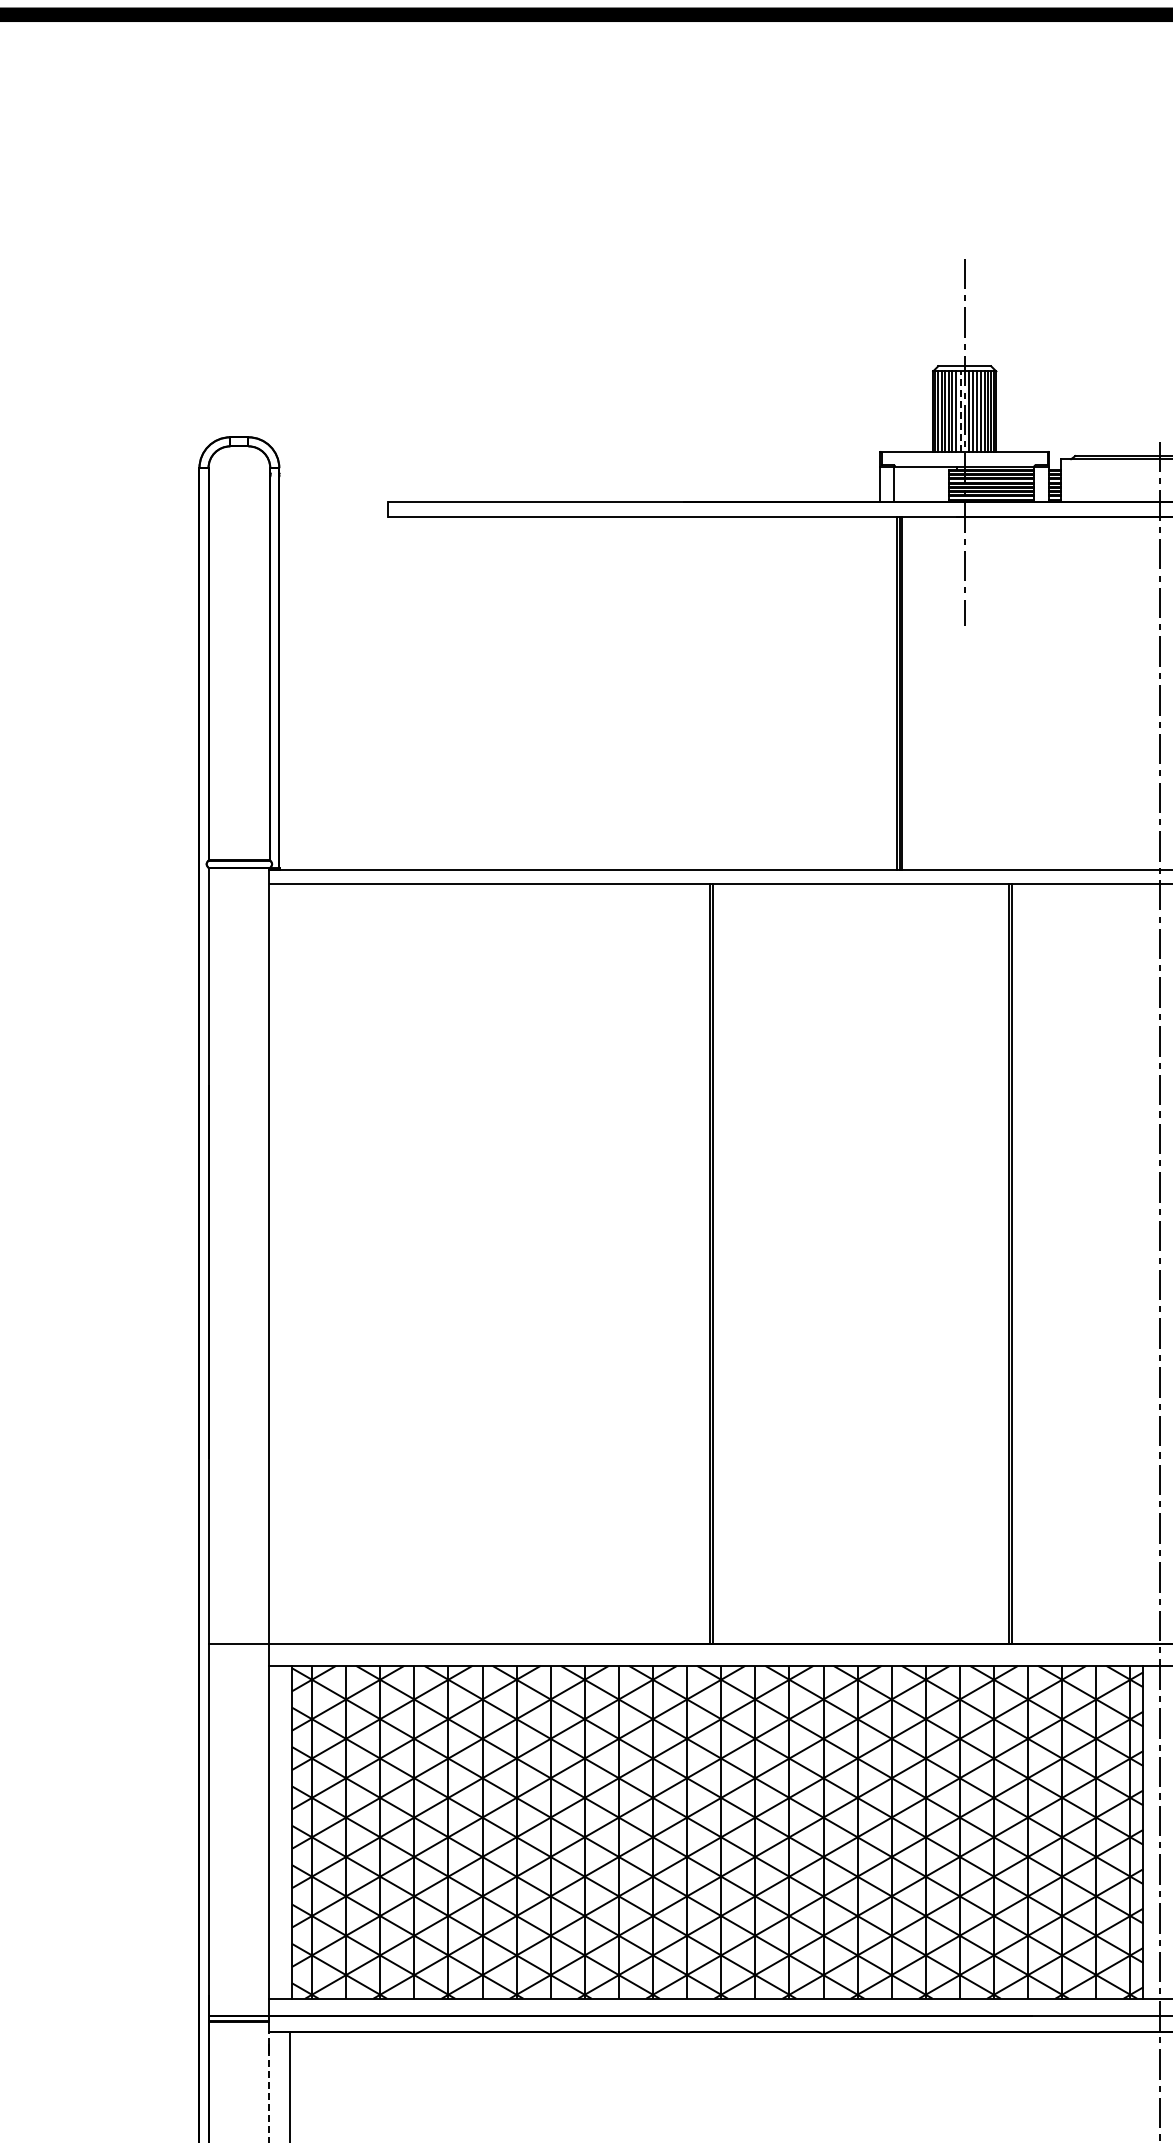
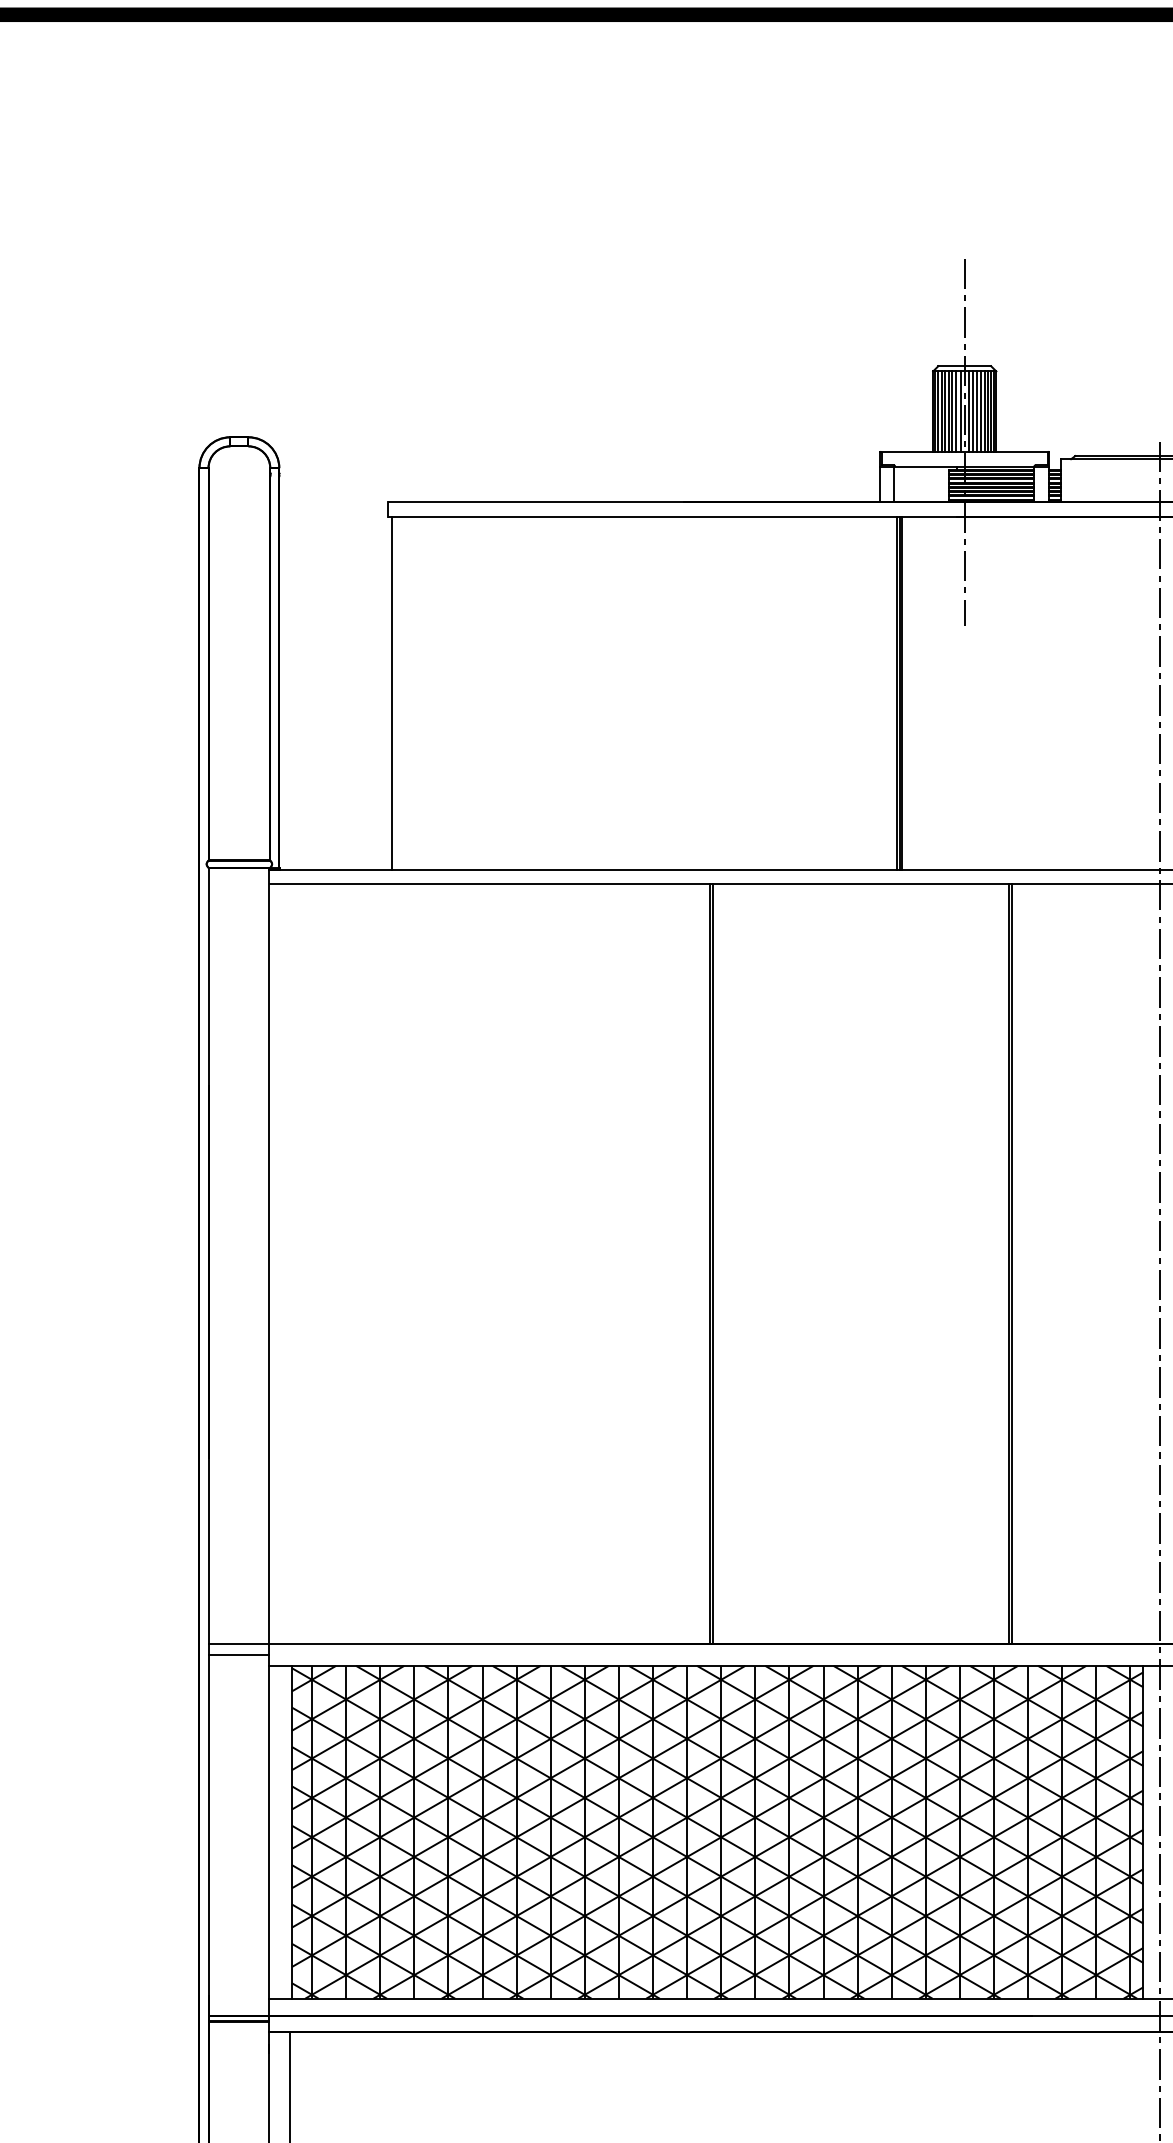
line at (960, 411): dashed -> solid
line at (392, 693): none -> present
line at (238, 1654): none -> present
line at (269, 2087): dashed -> solid
